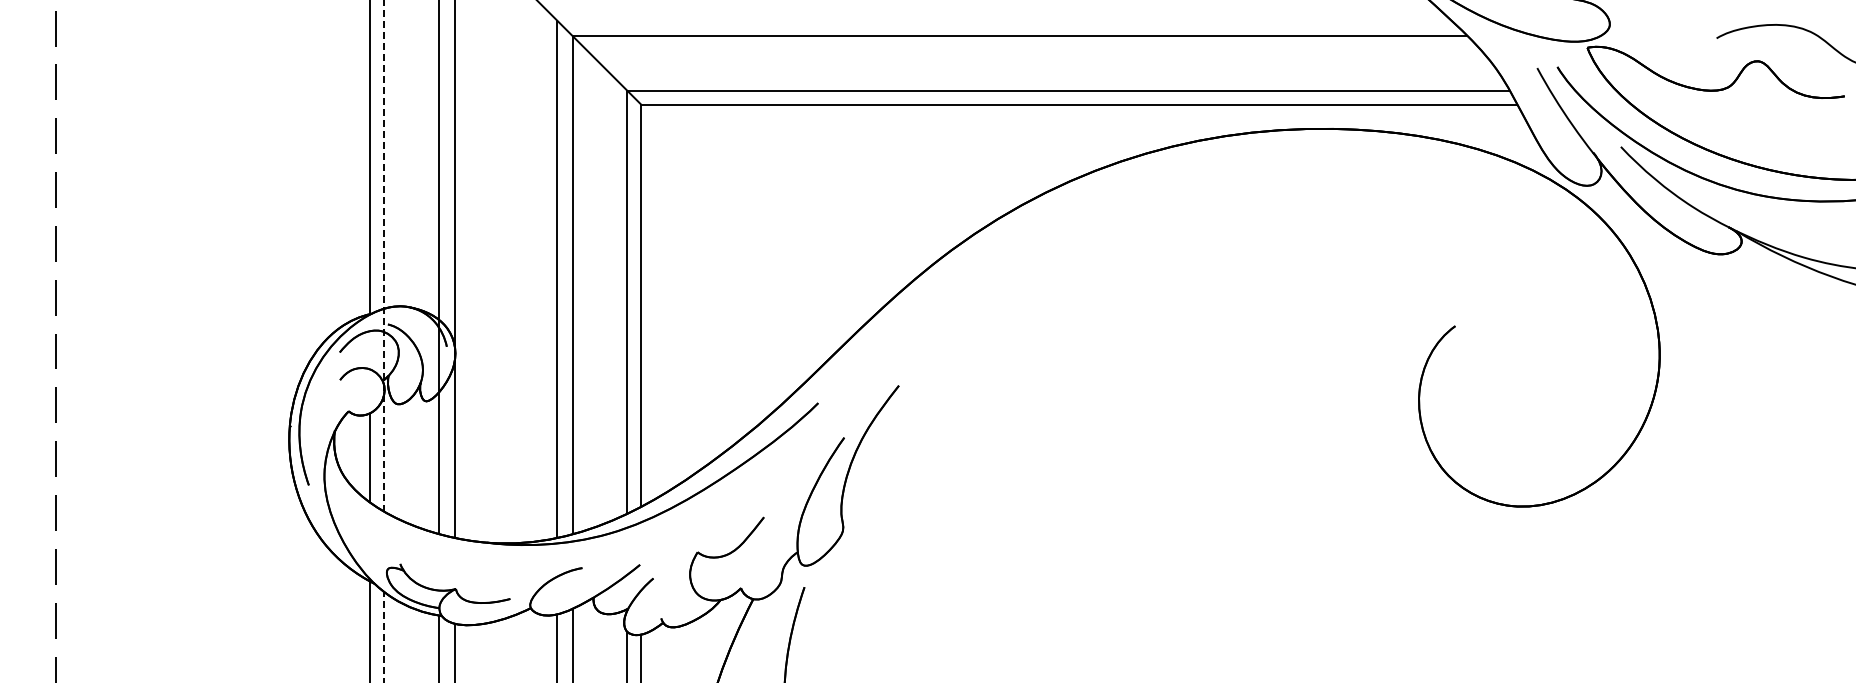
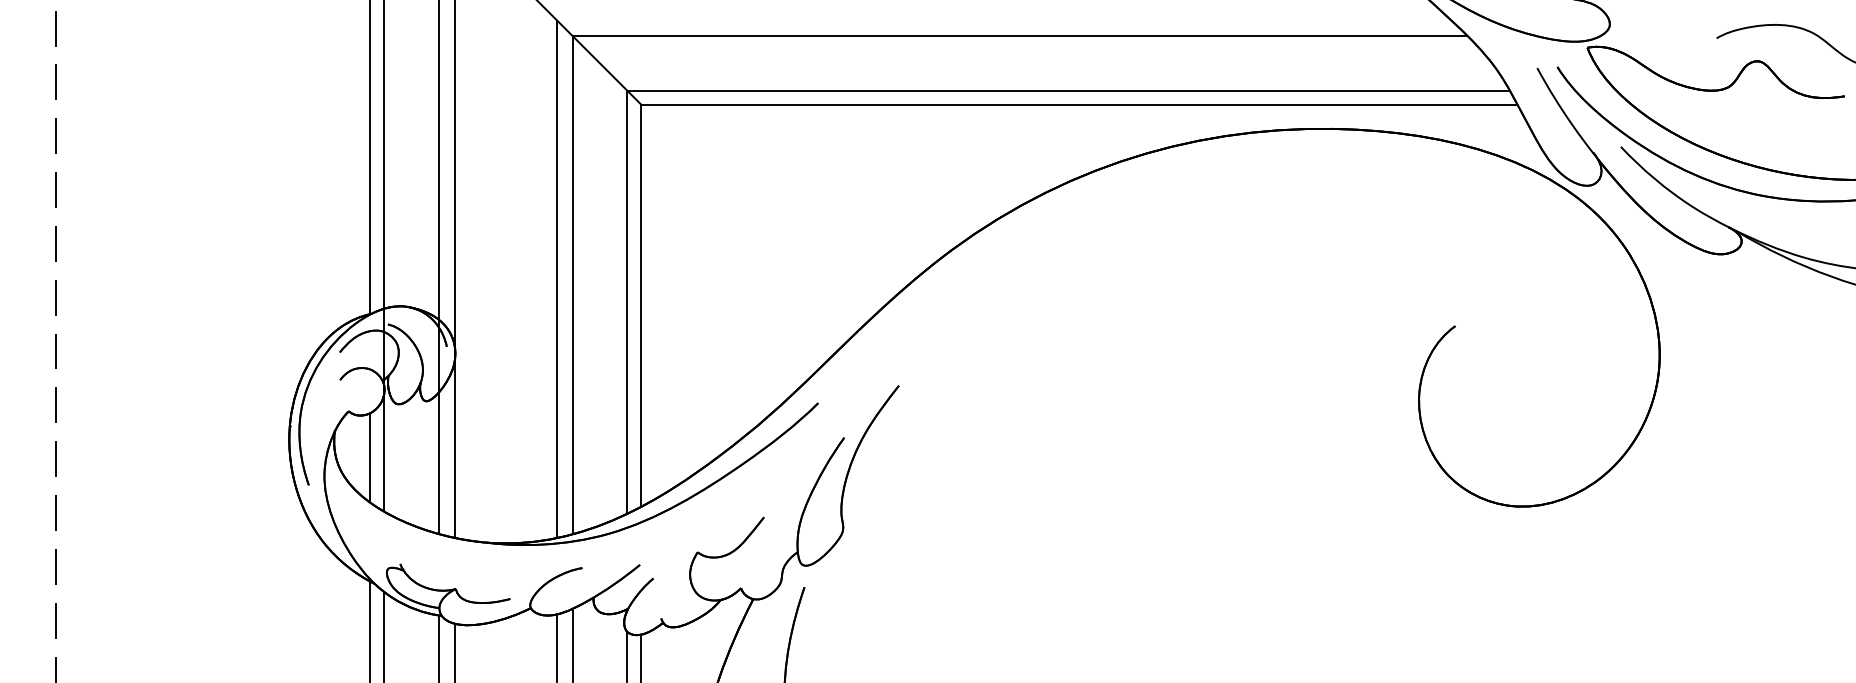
line at (384, 255): dashed -> solid
line at (384, 637): dashed -> solid
